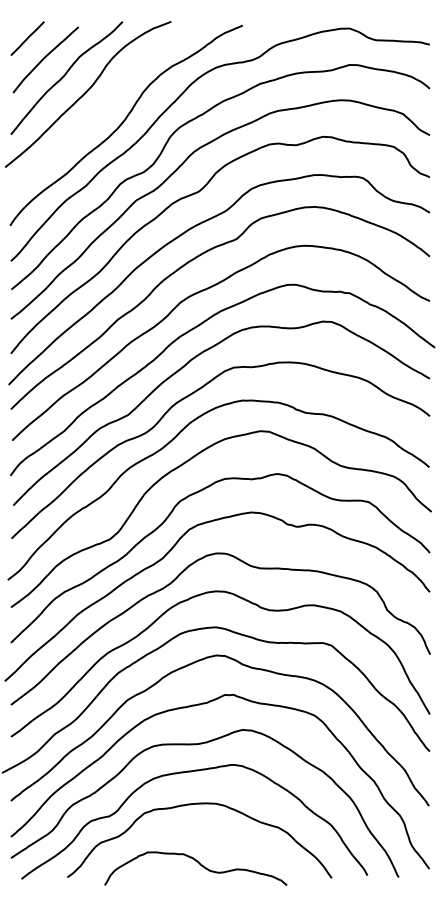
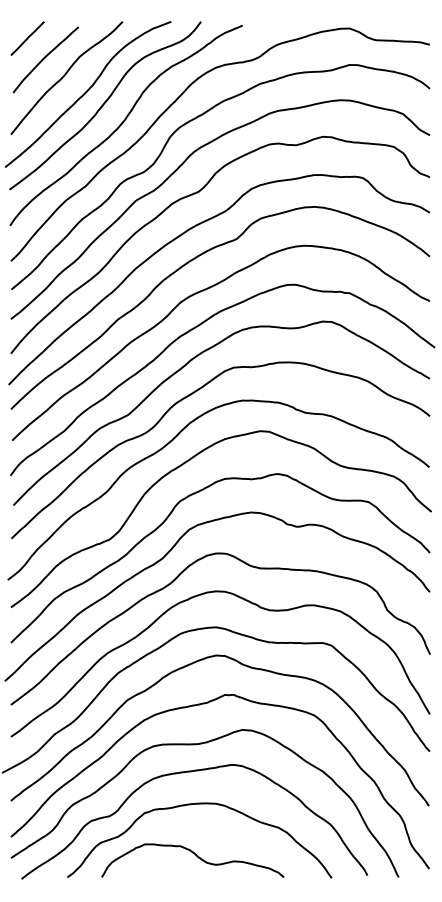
curve at (104, 104): none -> present
curve at (199, 864) position: (199, 864) -> (196, 856)
